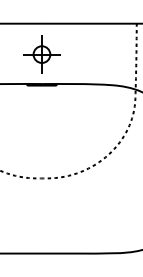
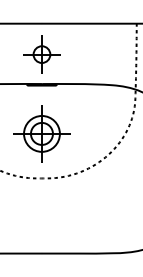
part at (41, 133): none -> present
